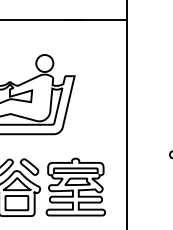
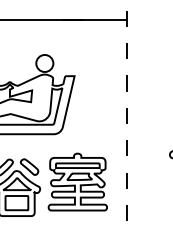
line at (126, 115): solid -> dashed
part at (75, 186) position: (75, 186) -> (77, 181)
